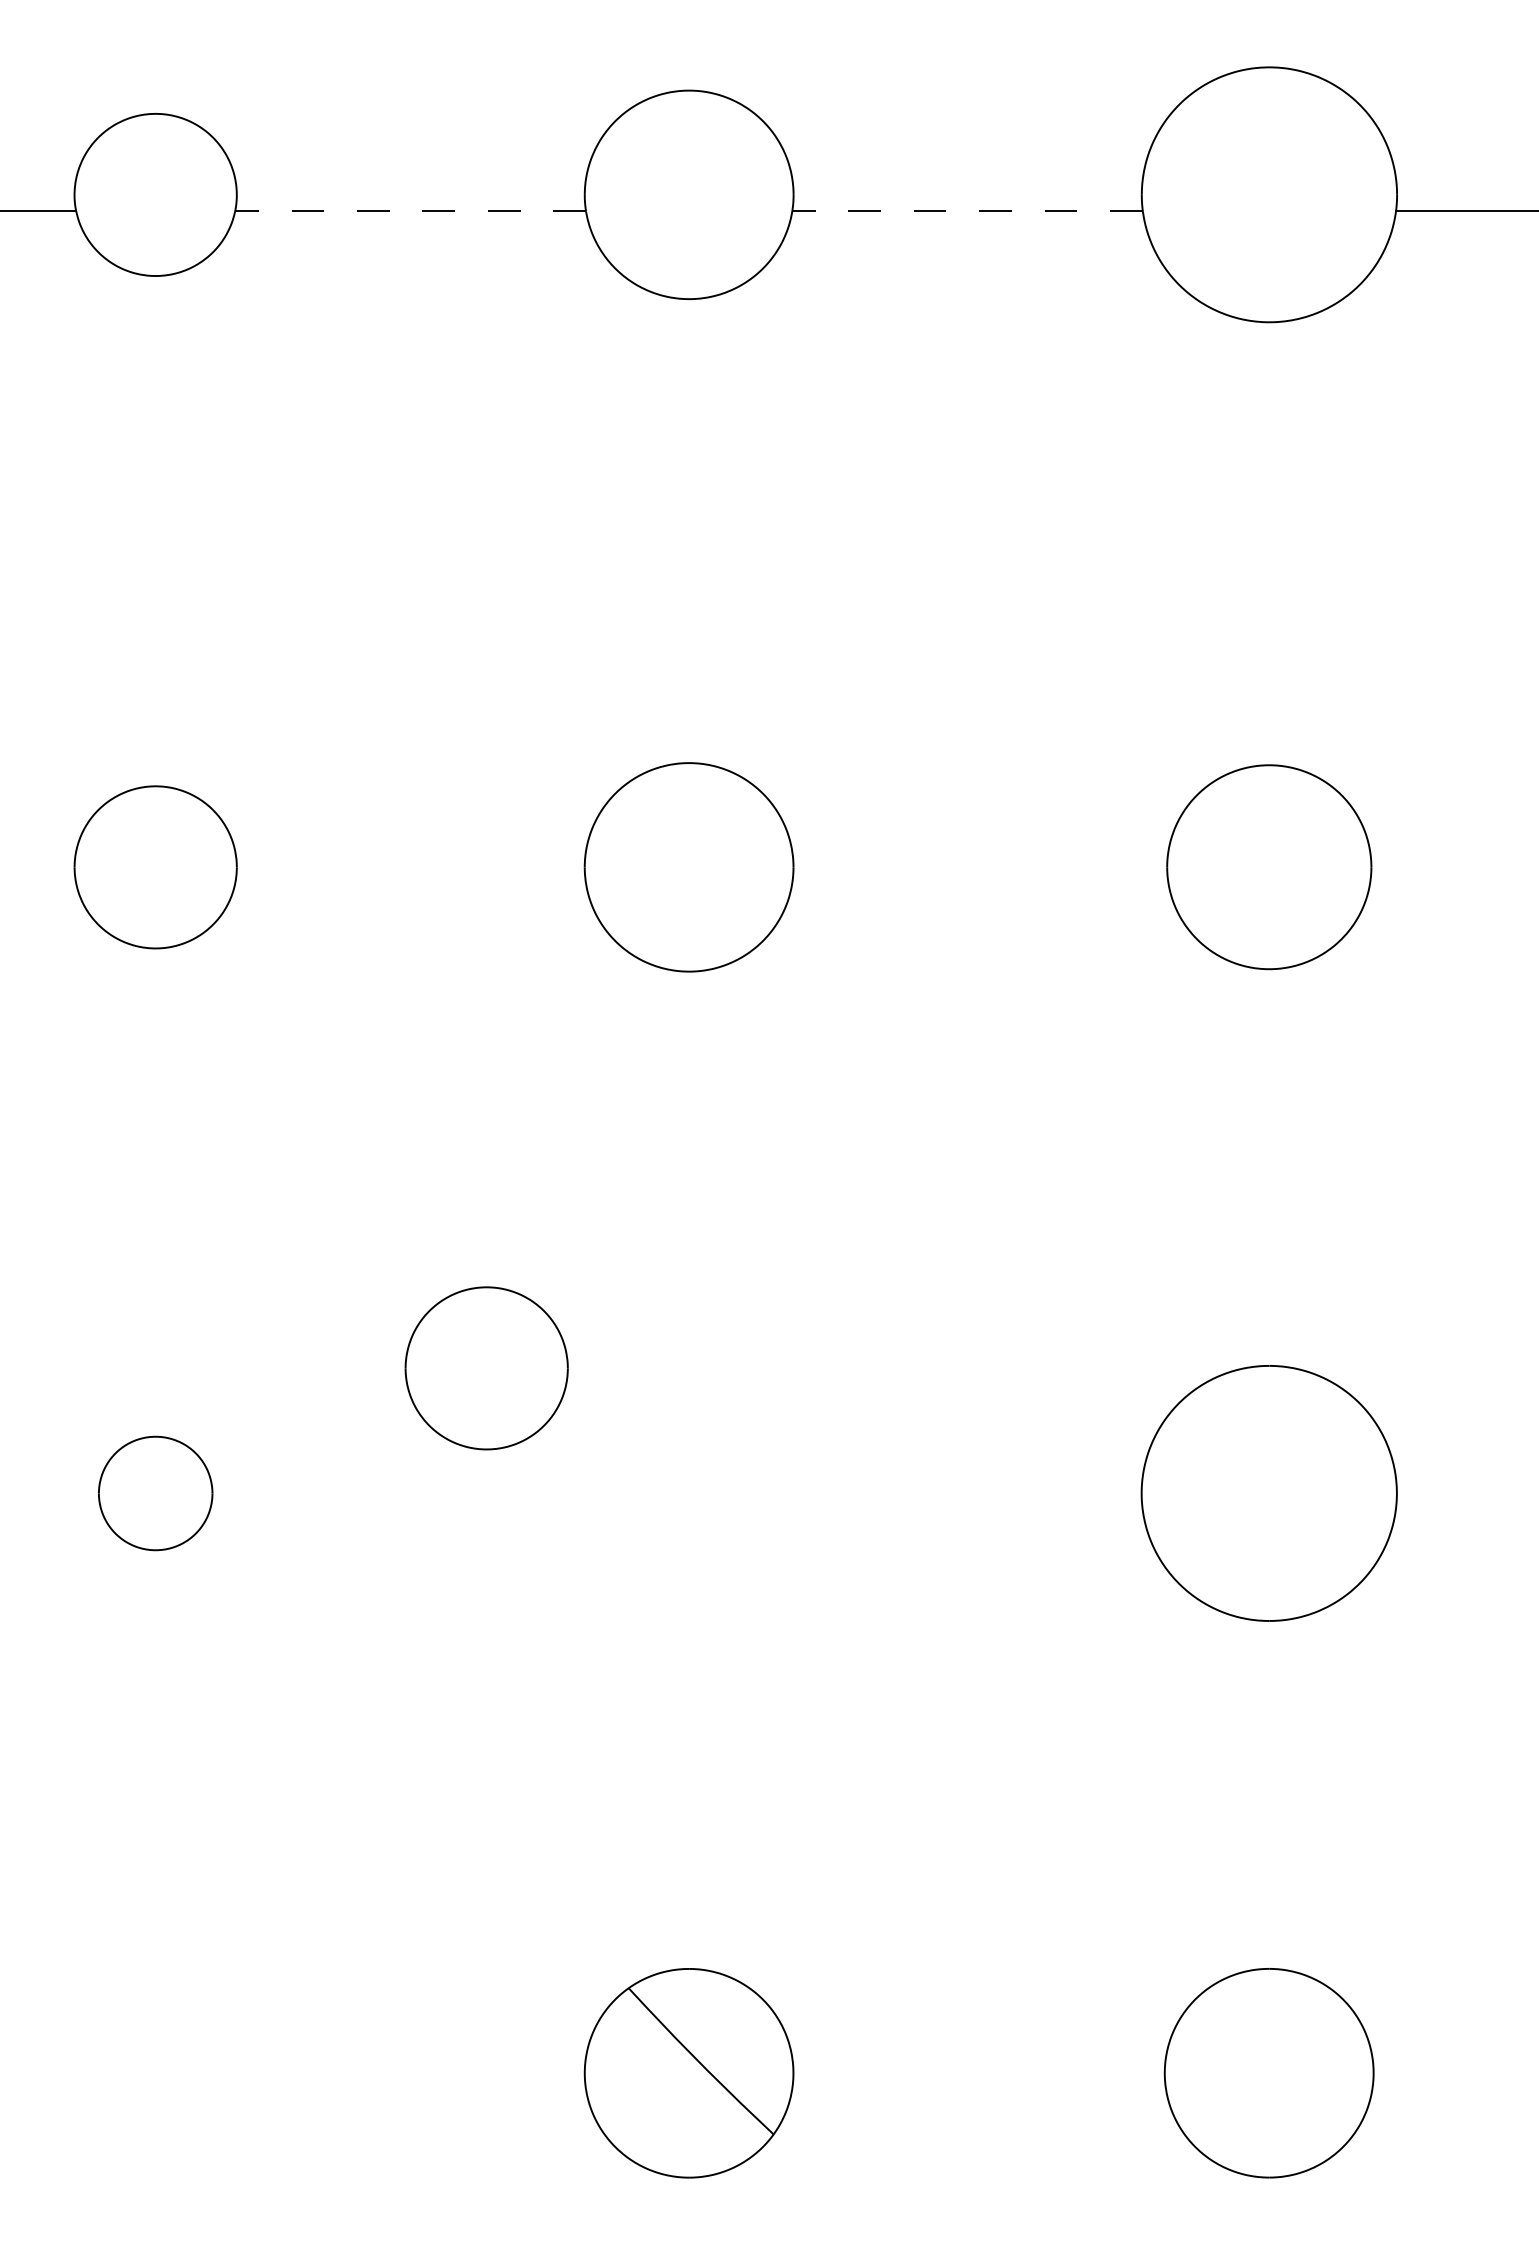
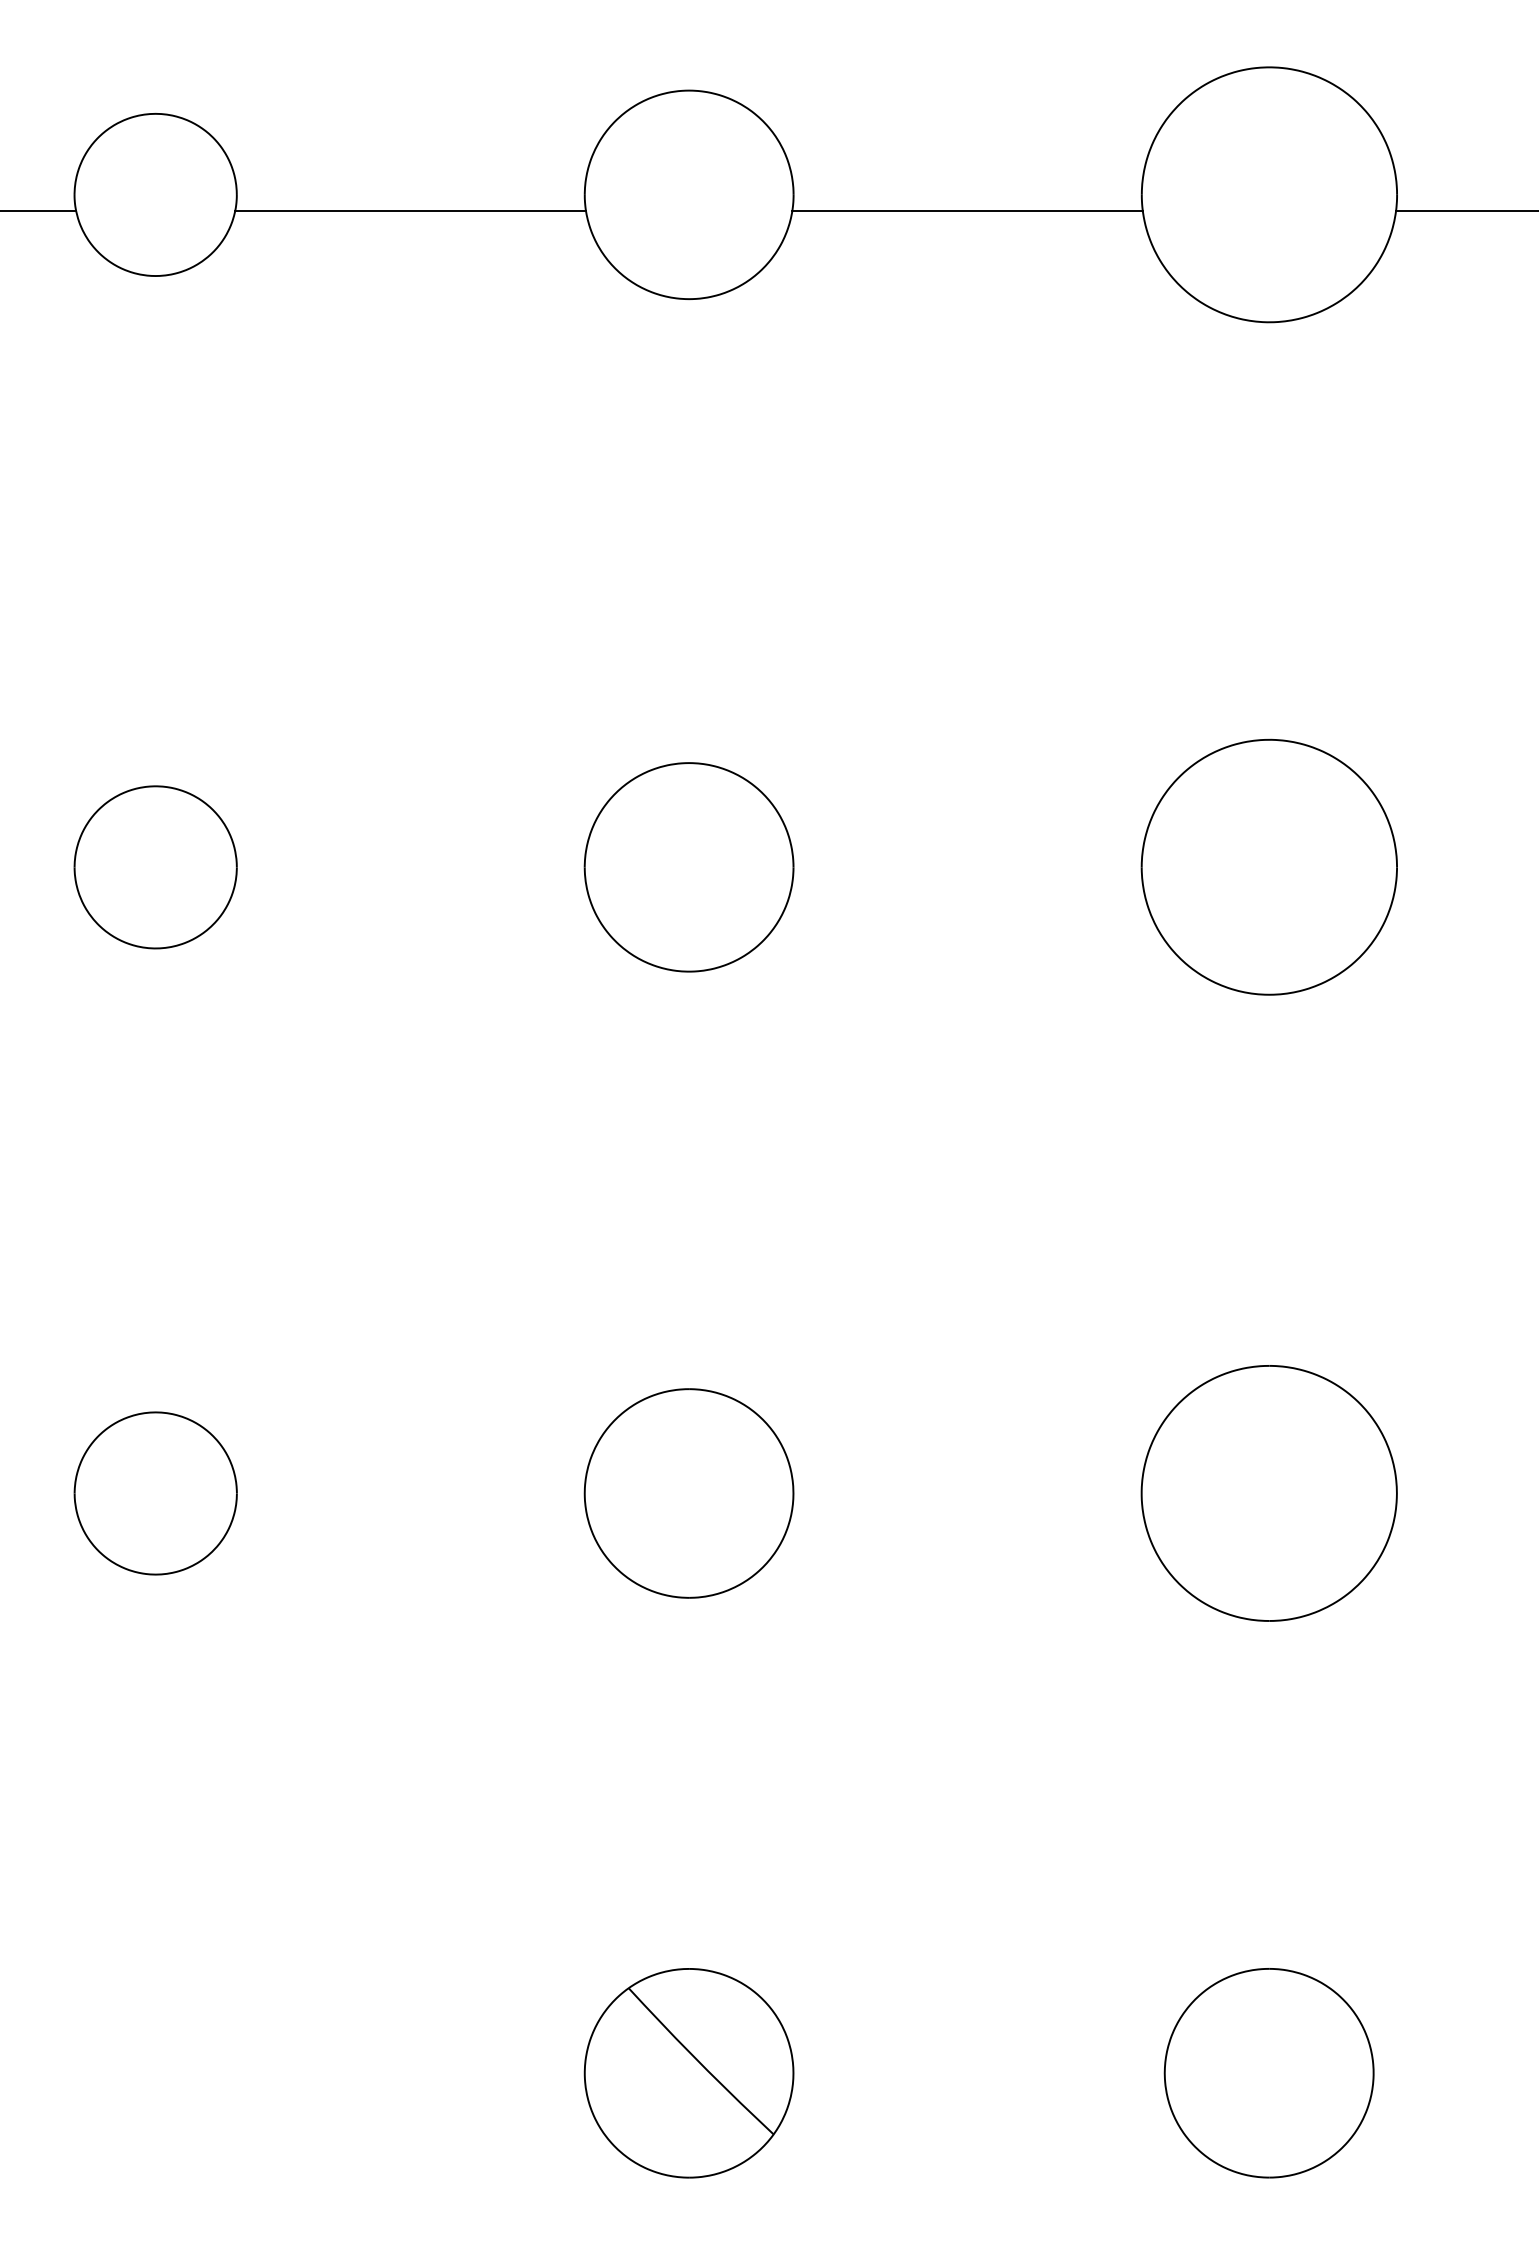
line at (410, 211): dashed -> solid
line at (967, 211): dashed -> solid
part at (1269, 867) size: 207x207 px -> 258x258 px
part at (486, 1368): present -> none
part at (155, 1493) size: 116x117 px -> 165x165 px
part at (688, 1493): none -> present
